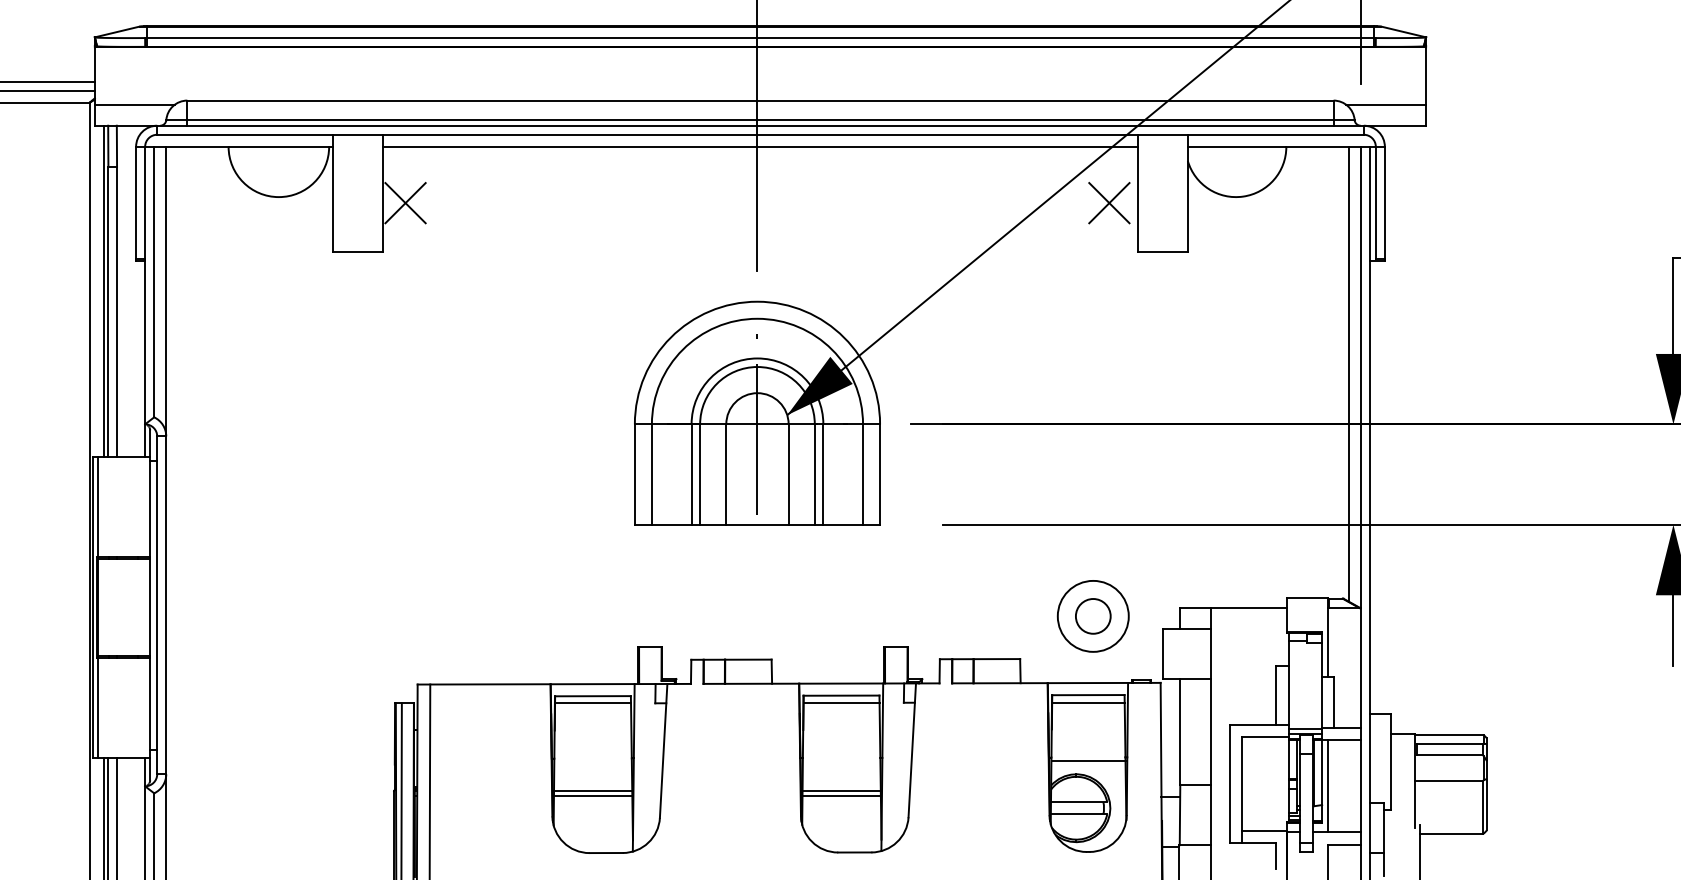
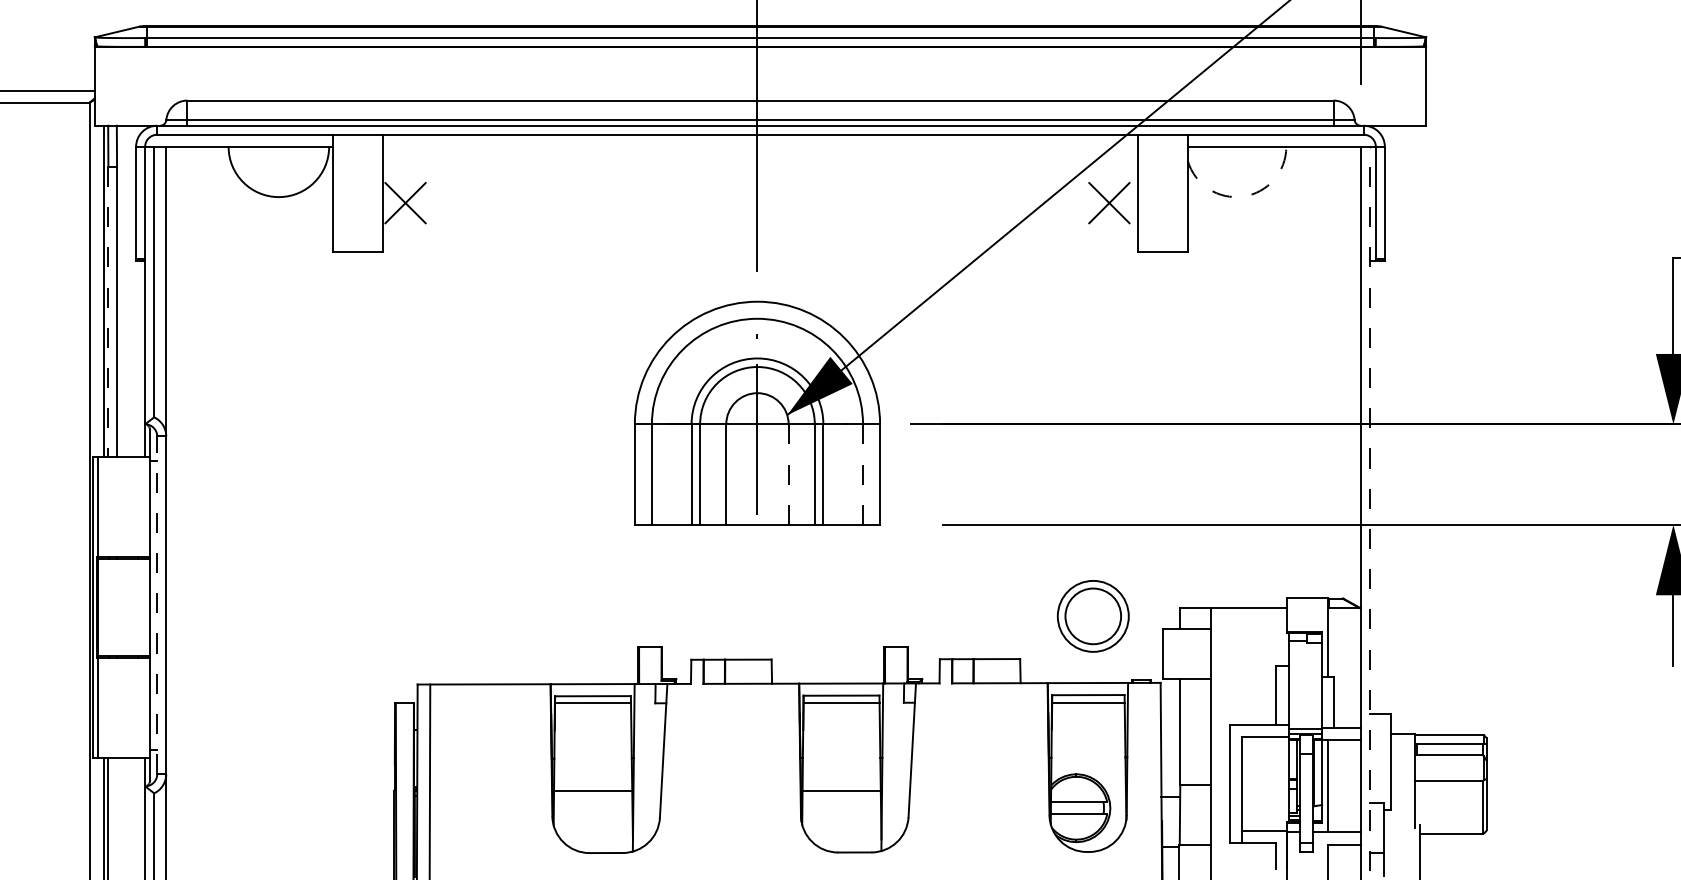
line at (48, 81): present -> none
line at (134, 104): present -> none
line at (1385, 104): present -> none
line at (760, 146): present -> none
arc at (1243, 196): solid -> dashed
line at (108, 311): solid -> dashed
line at (1348, 373): present -> none
line at (788, 474): solid -> dashed
line at (863, 475): solid -> dashed
line at (1369, 512): solid -> dashed
line at (157, 605): solid -> dashed
circle at (1092, 616) diameter: 35 px -> 56 px
line at (1088, 760): present -> none
line at (401, 789): present -> none
line at (593, 796): present -> none
line at (841, 796): present -> none
line at (117, 817): present -> none
